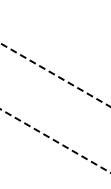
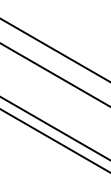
line at (54, 50): none -> present
line at (55, 75): dashed -> solid
line at (54, 128): none -> present
line at (55, 141): dashed -> solid
